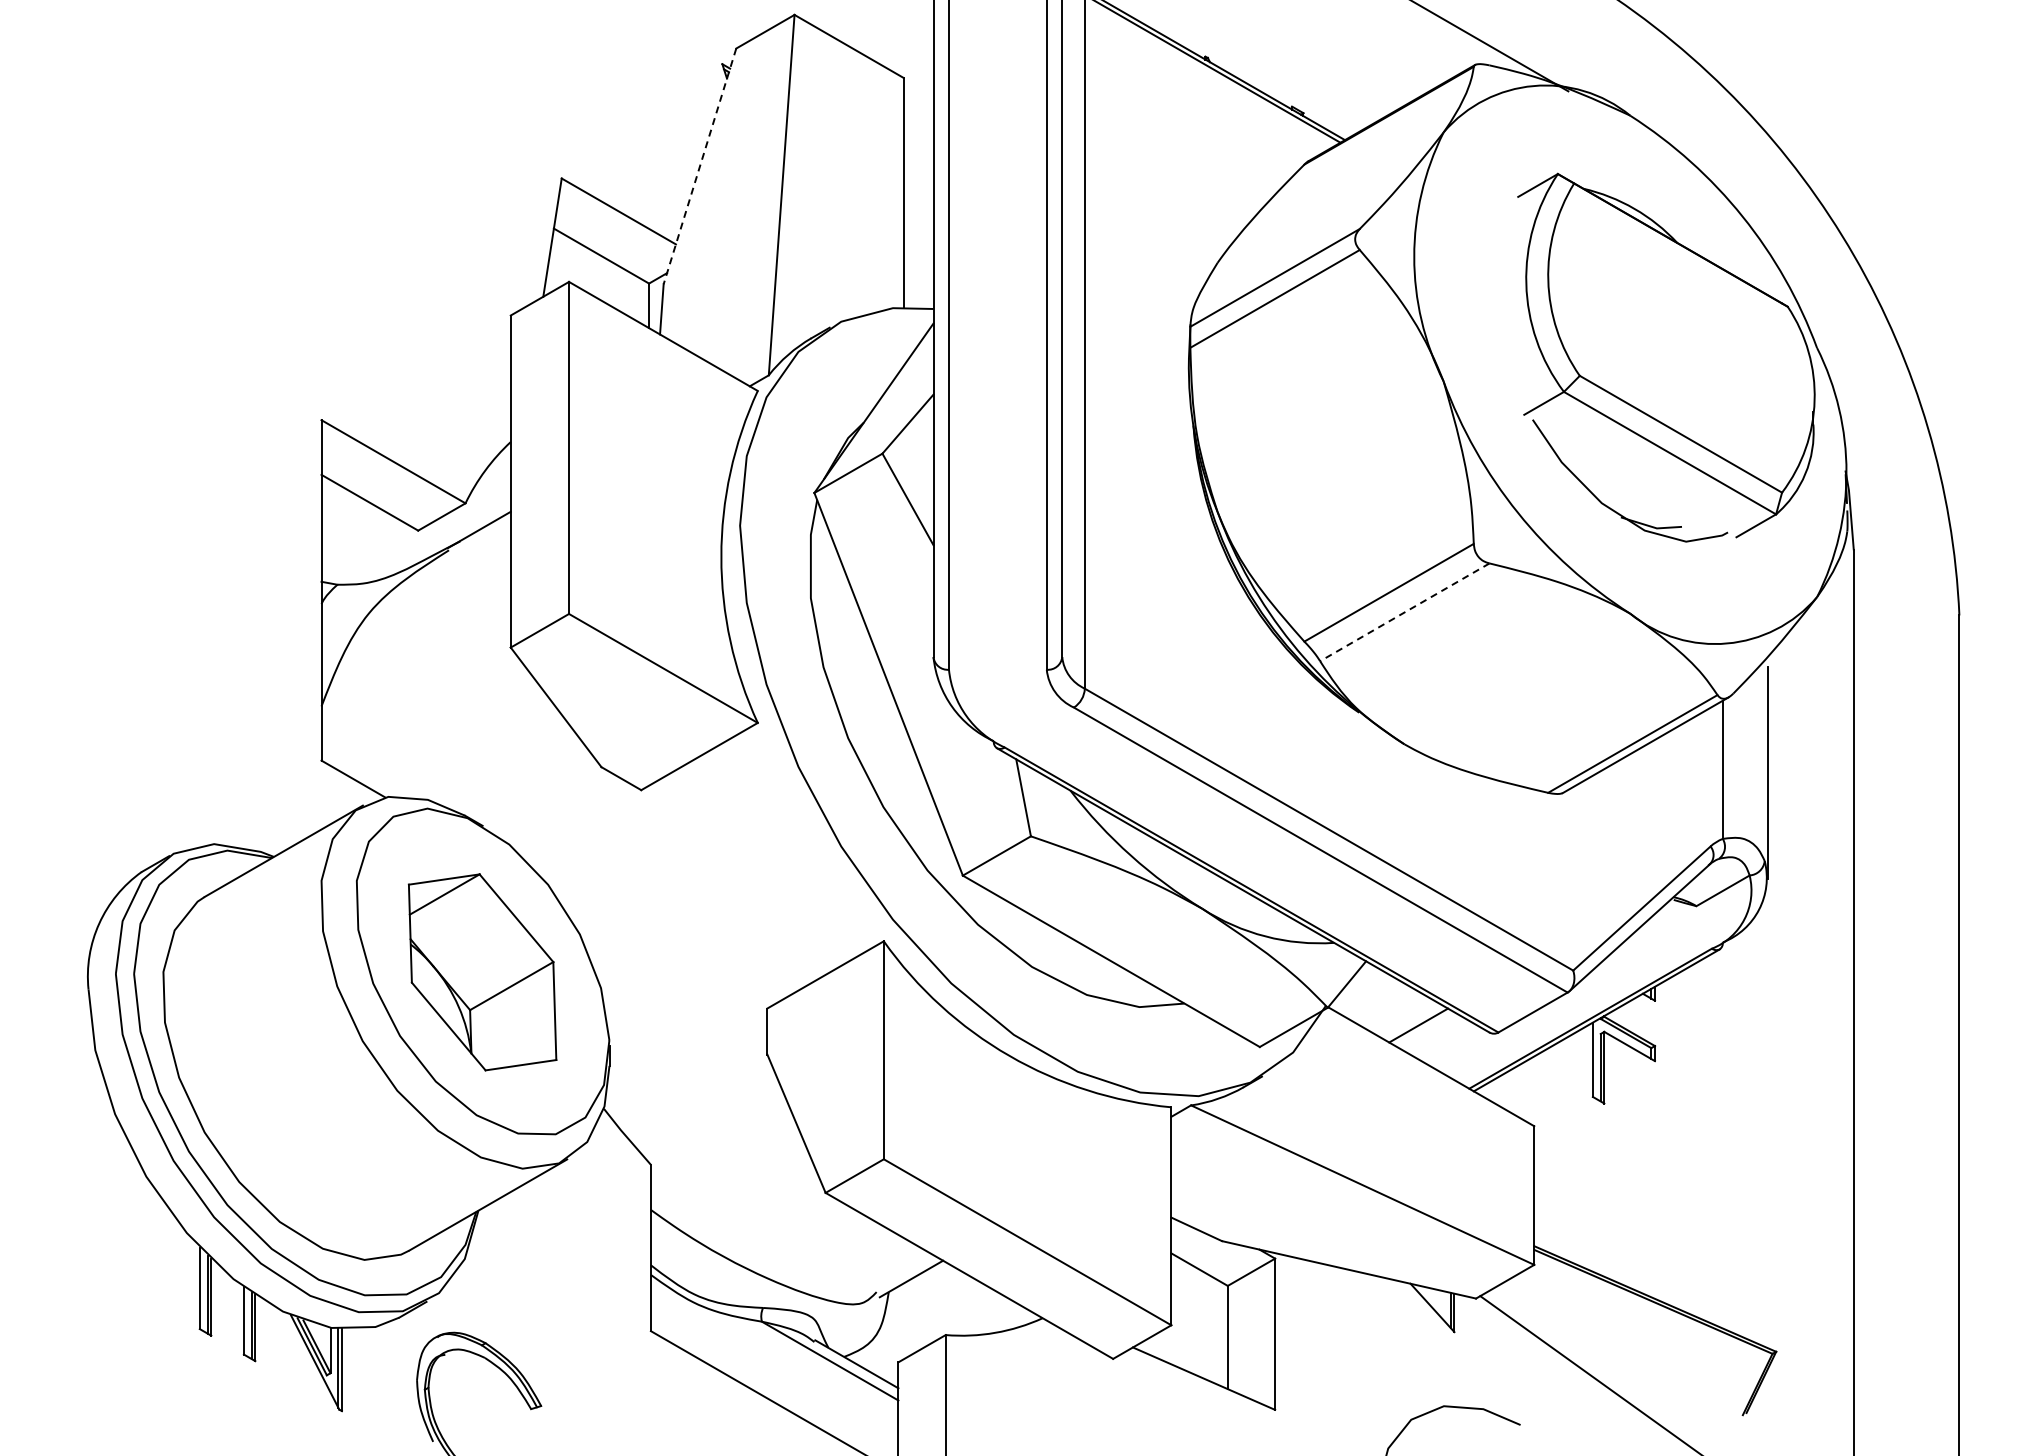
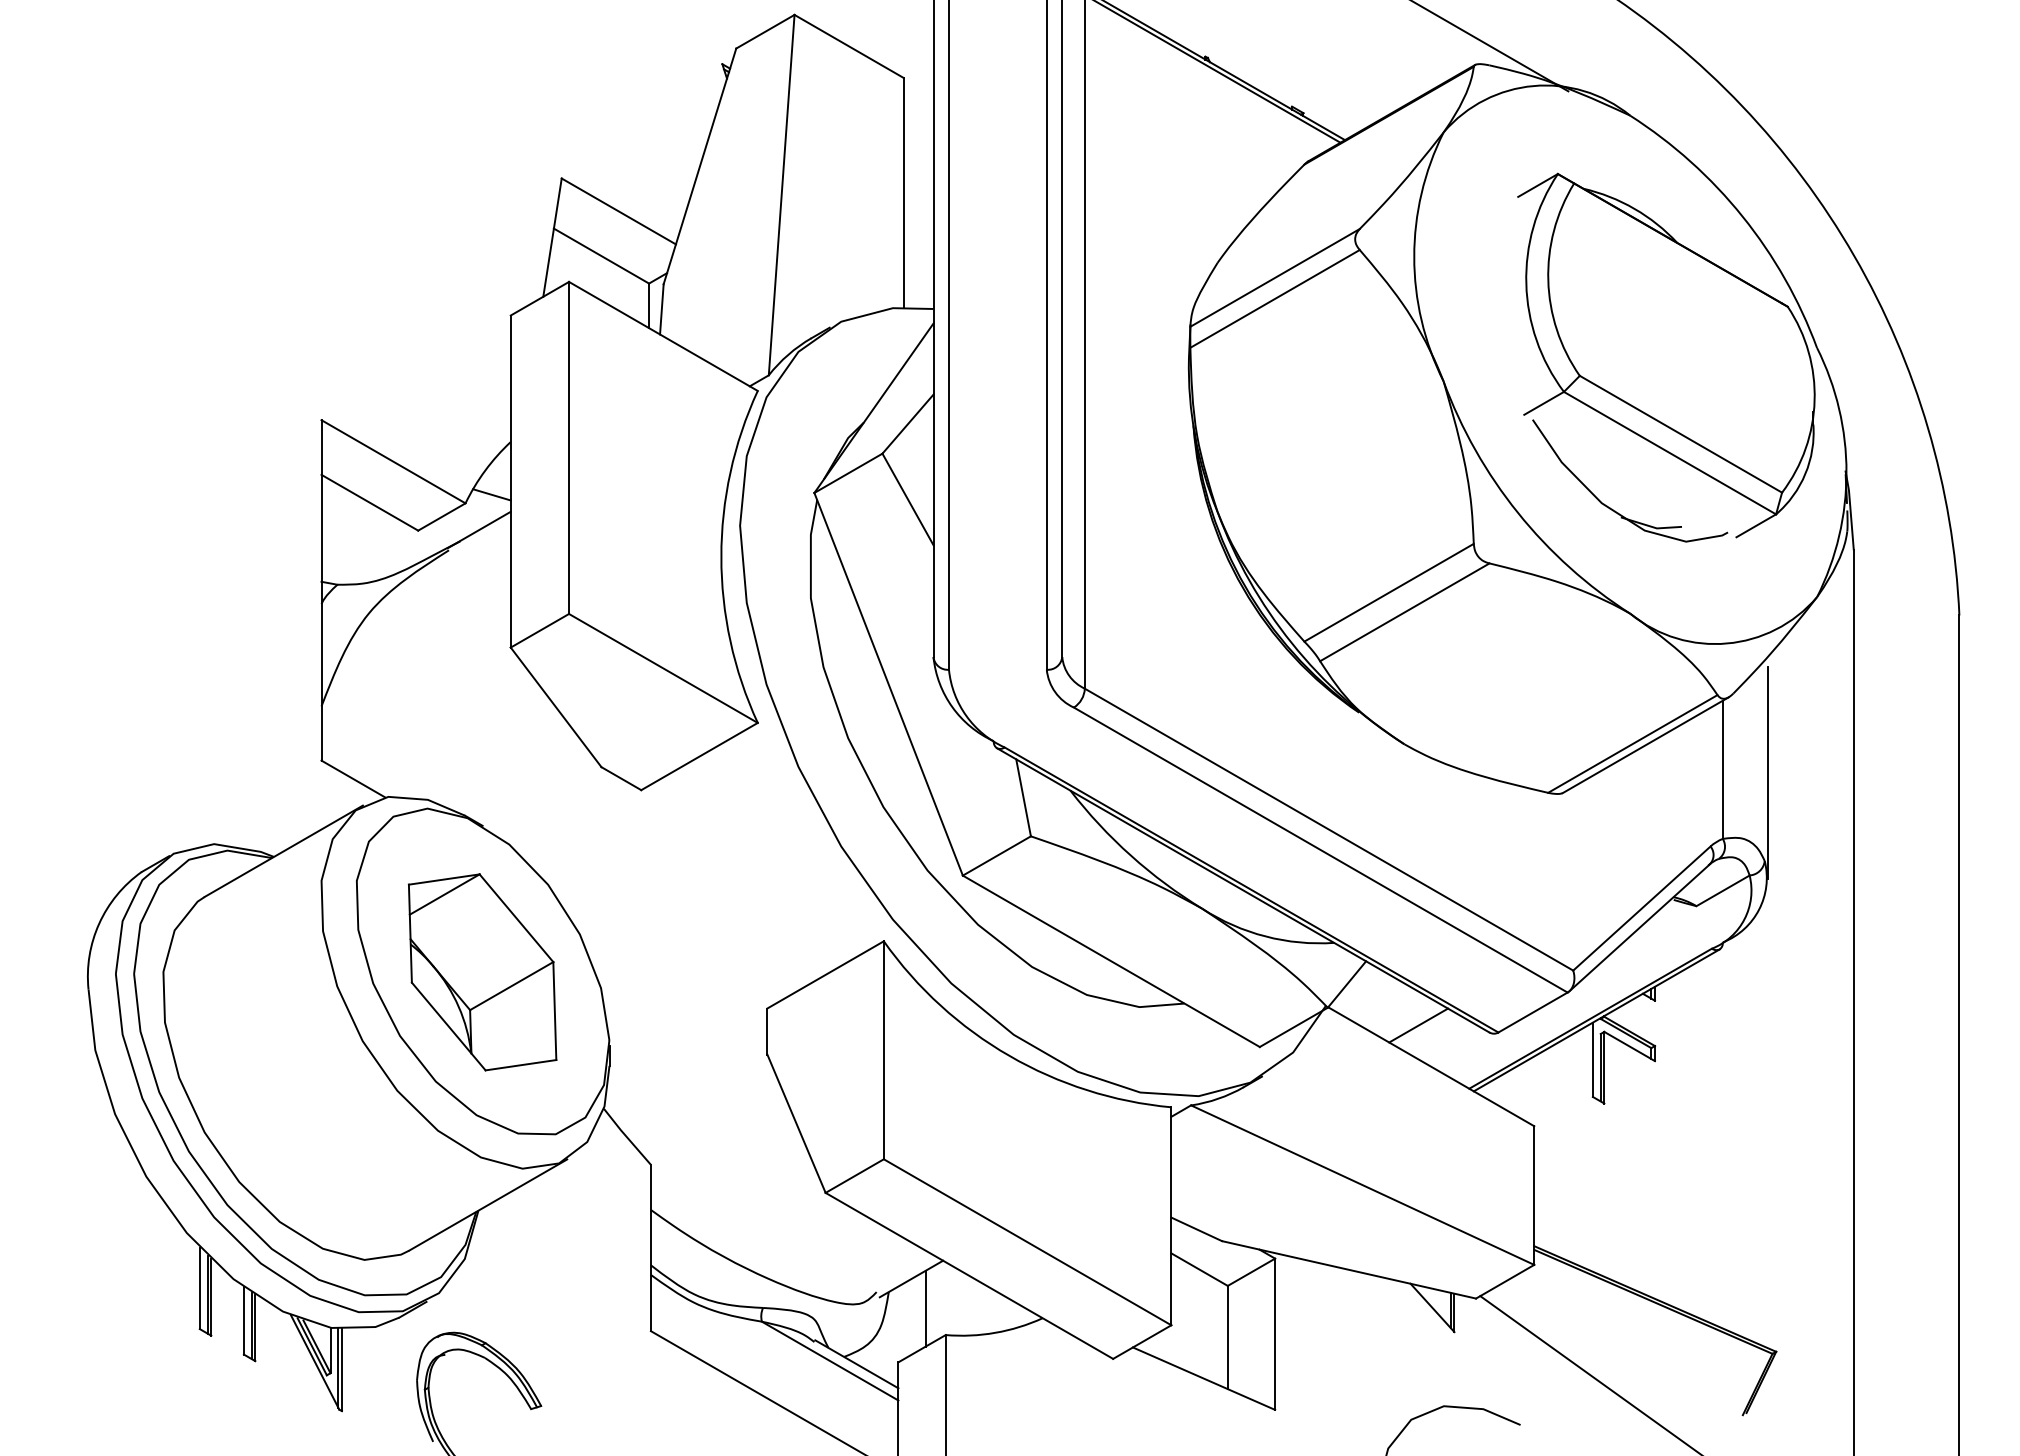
line at (699, 166): dashed -> solid
line at (491, 494): none -> present
line at (1404, 612): dashed -> solid
line at (925, 1308): none -> present
